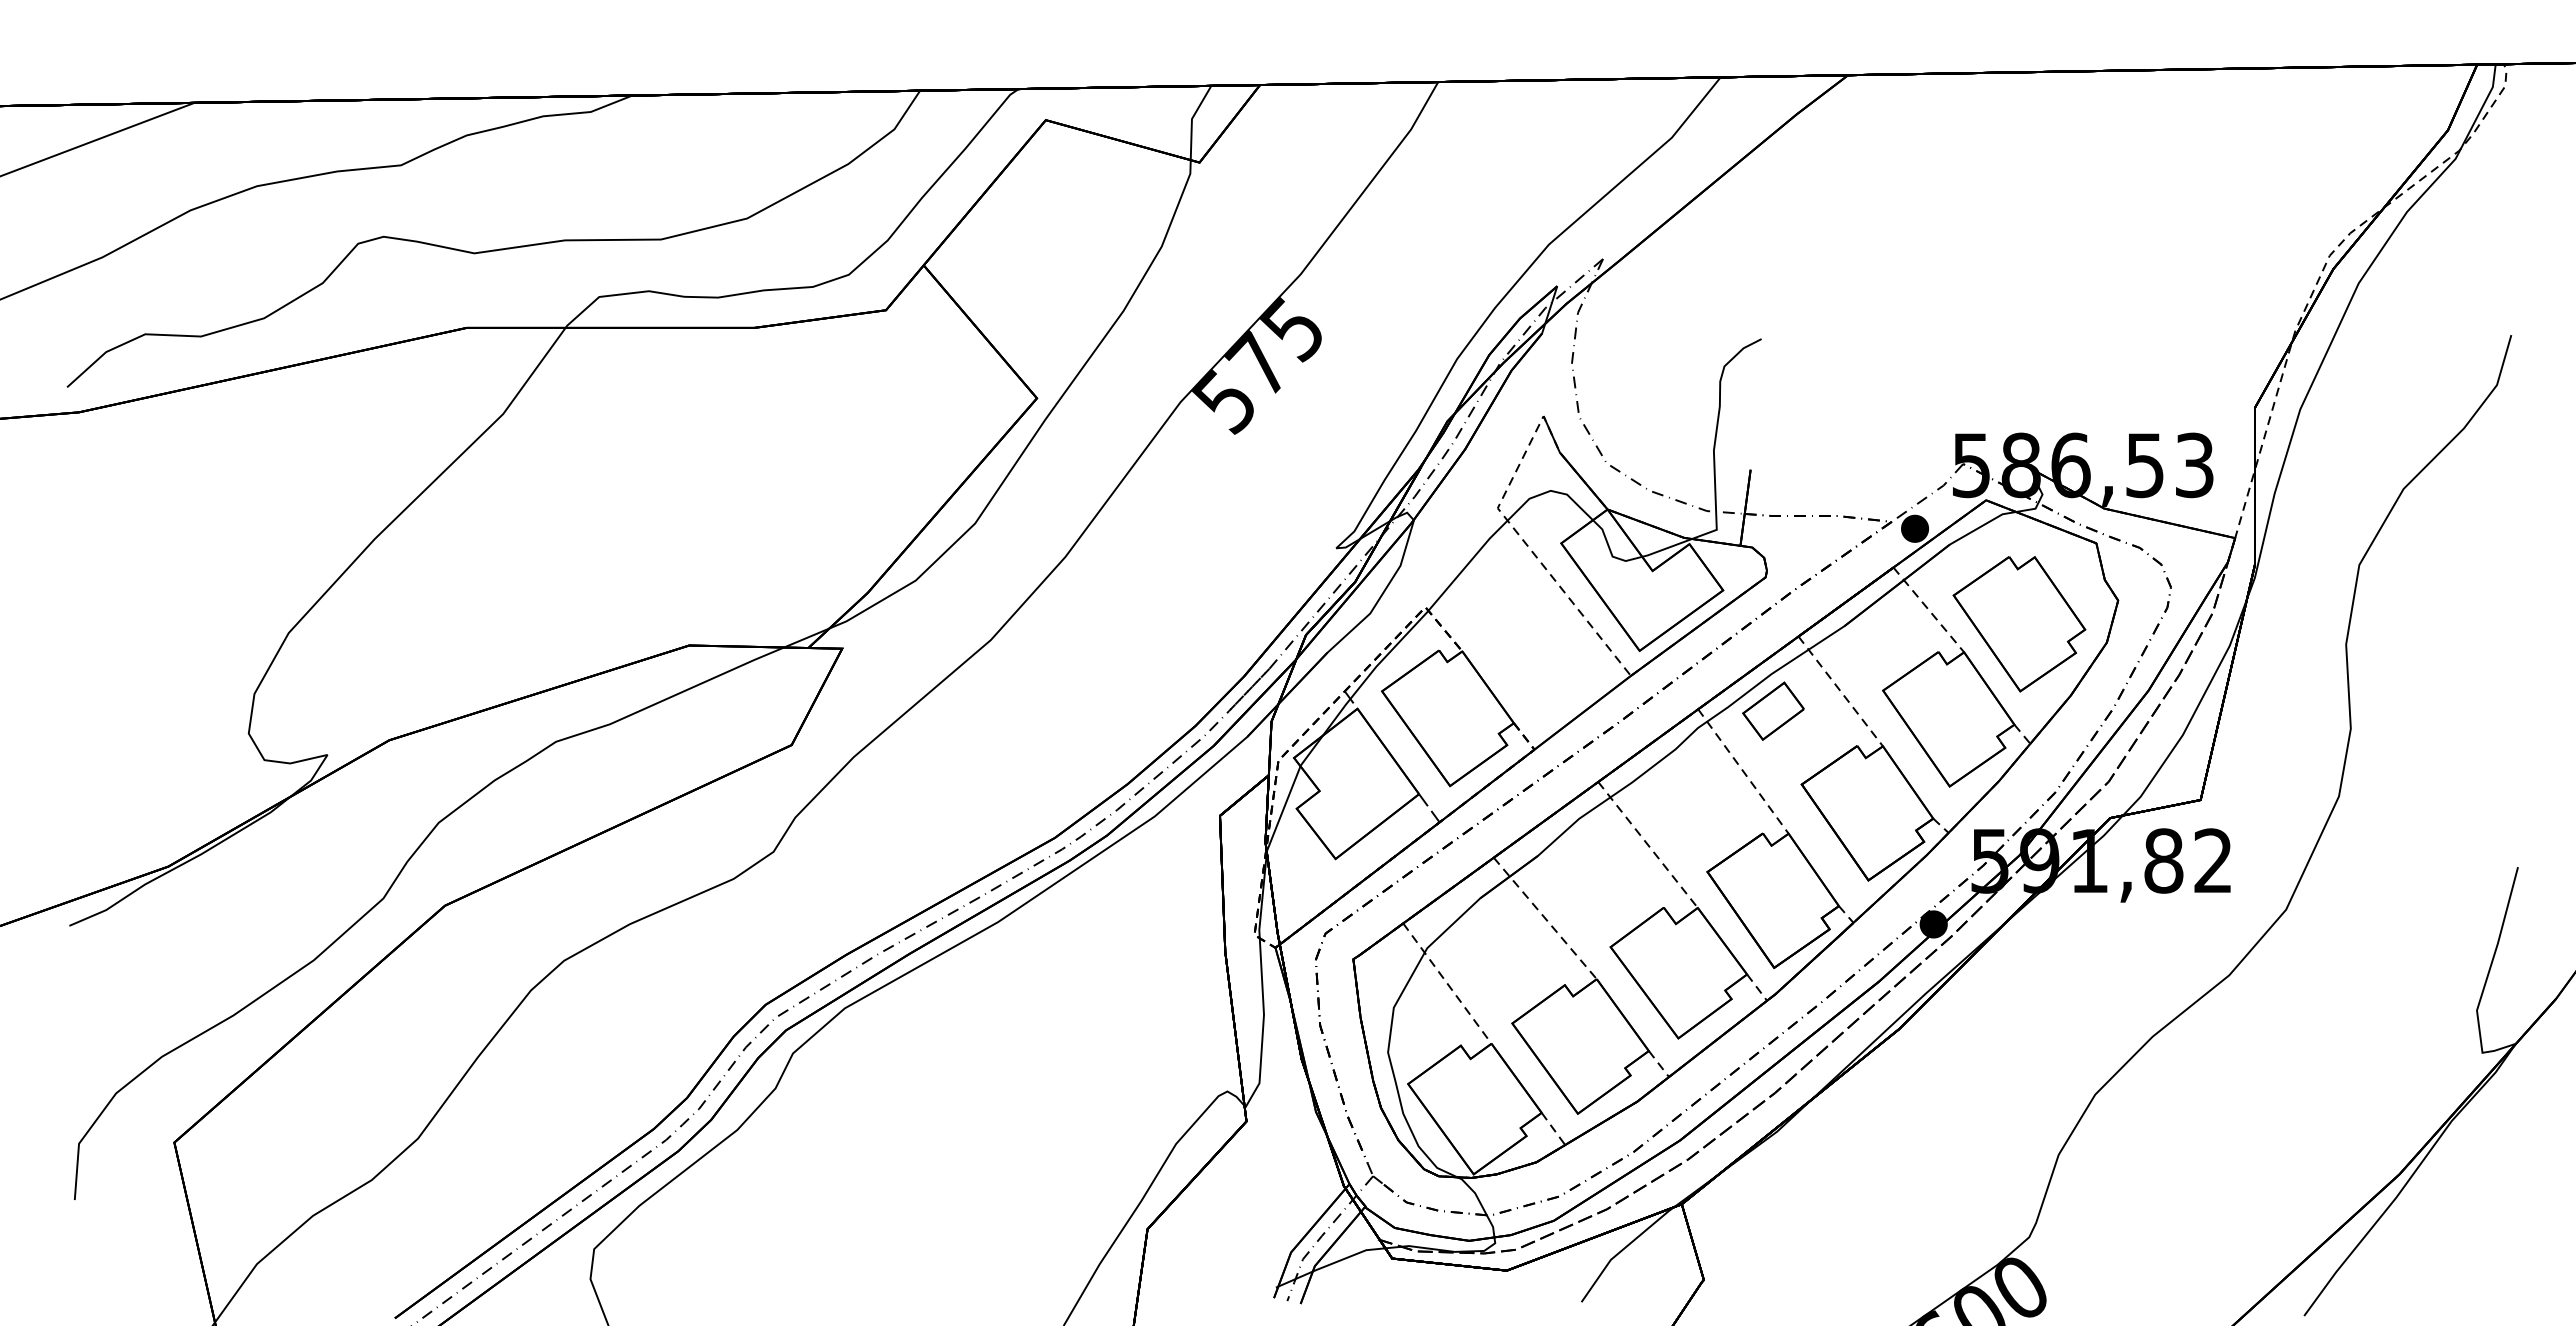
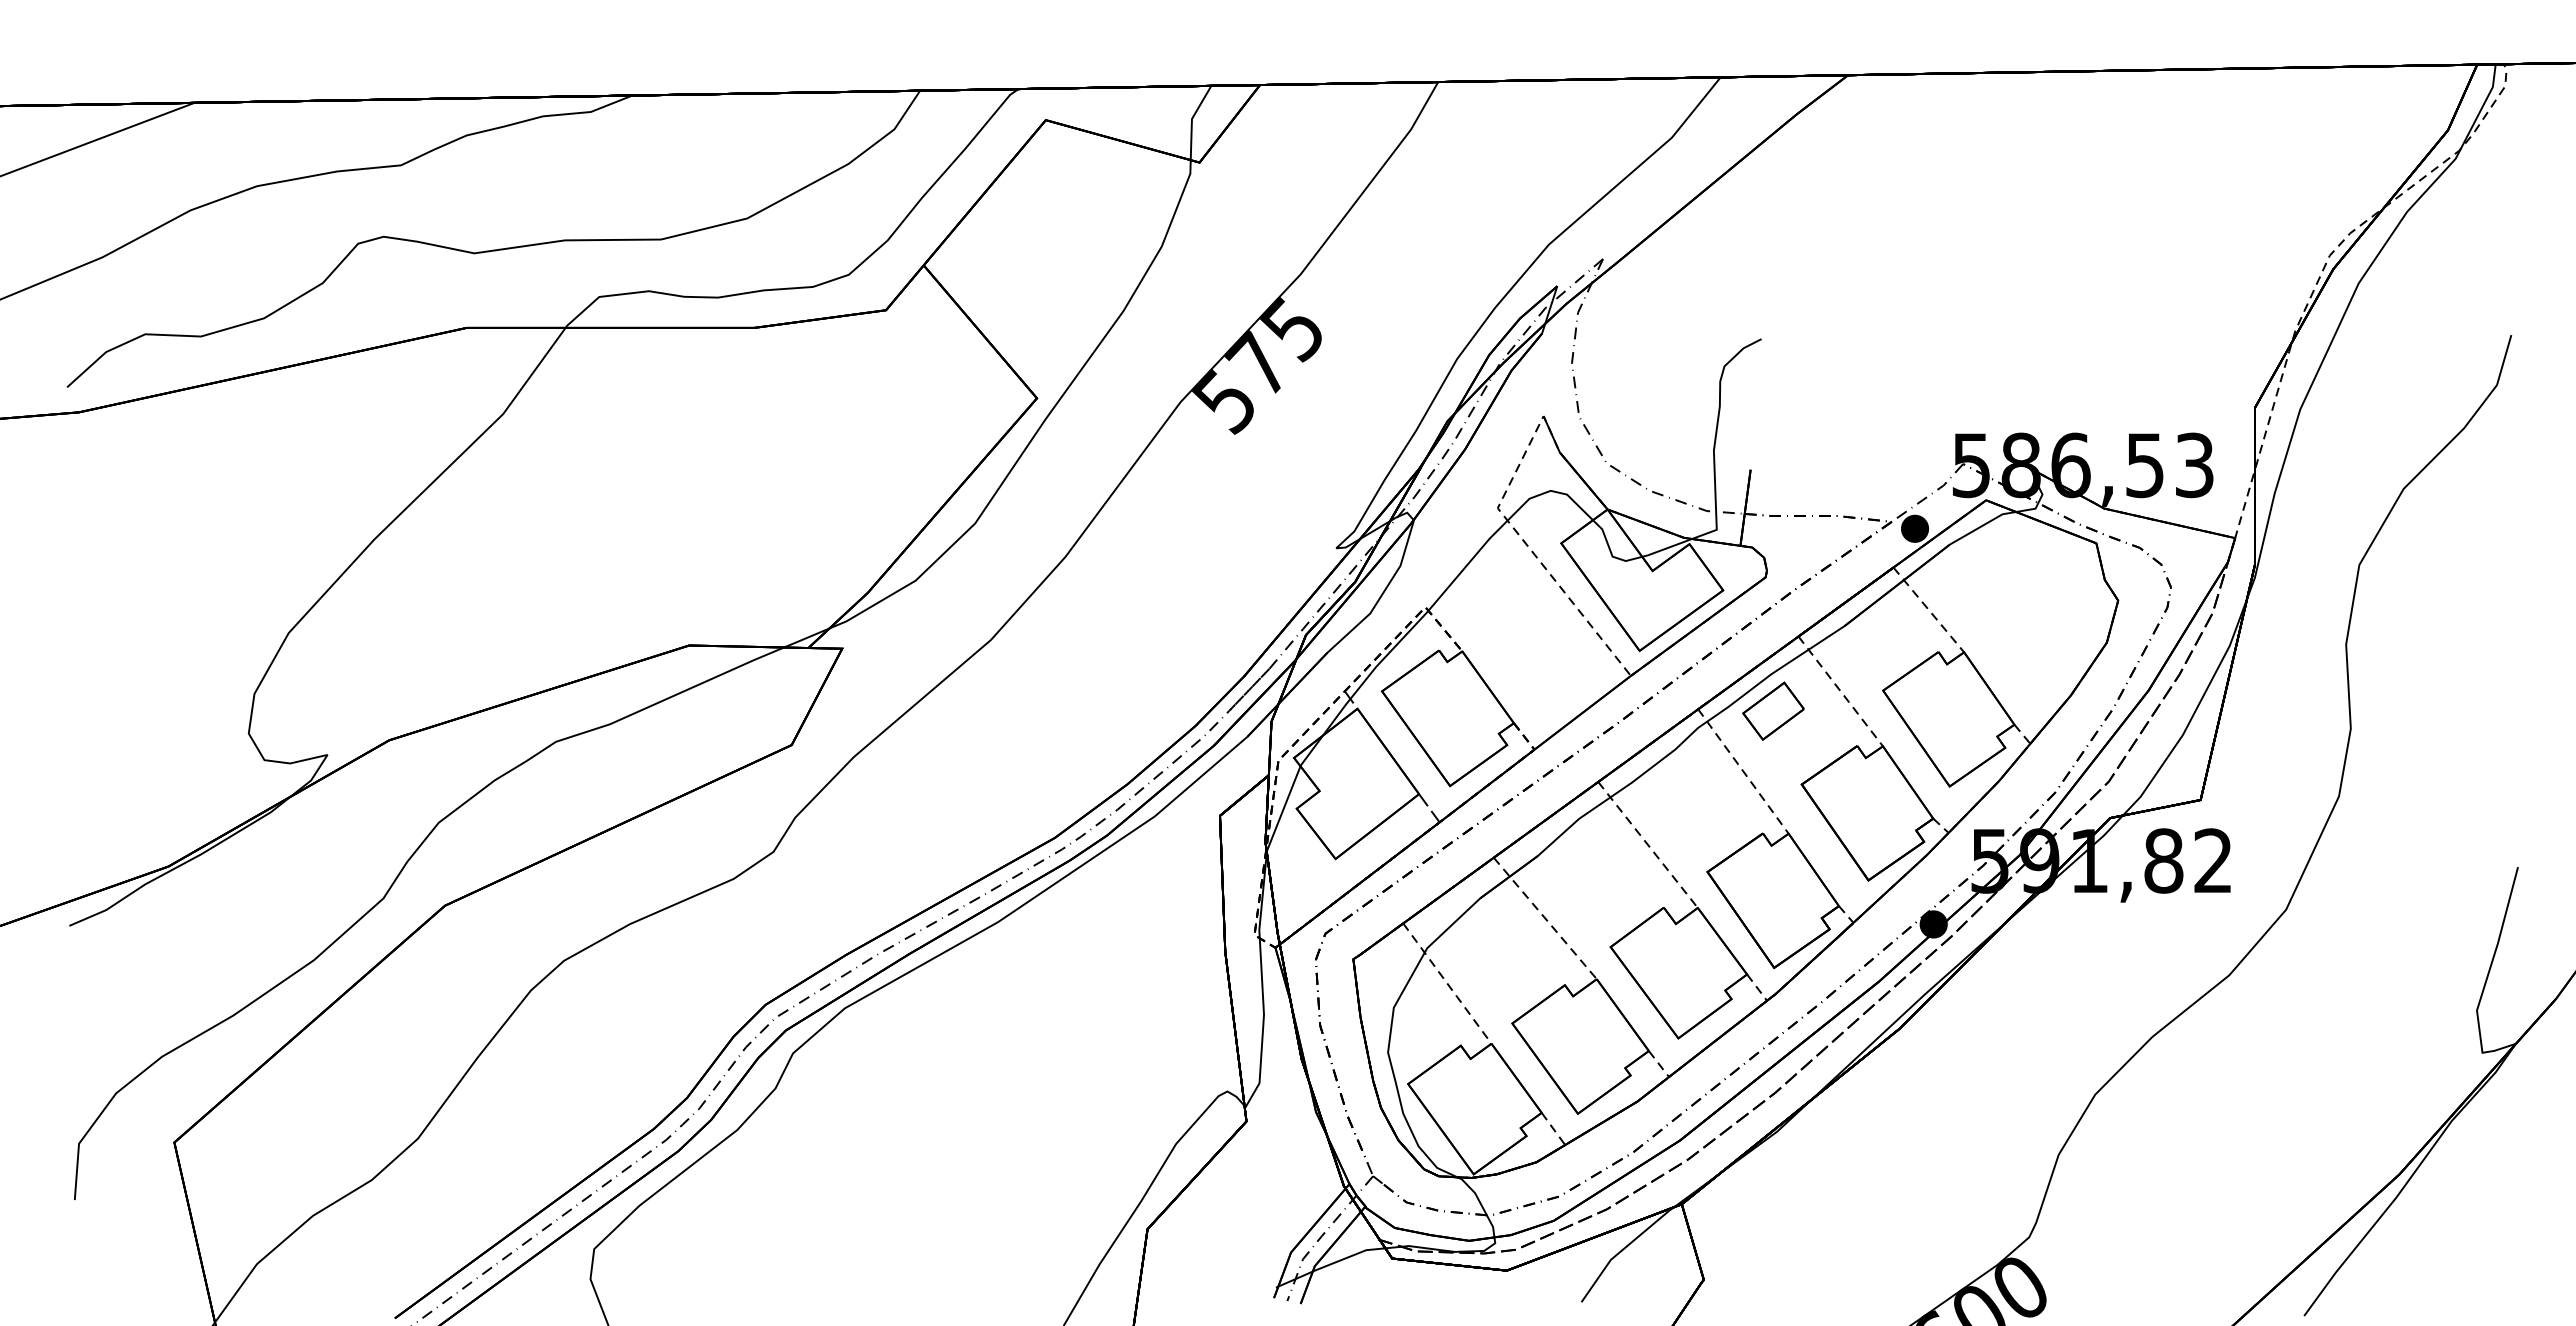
part at (2019, 624): present -> none
